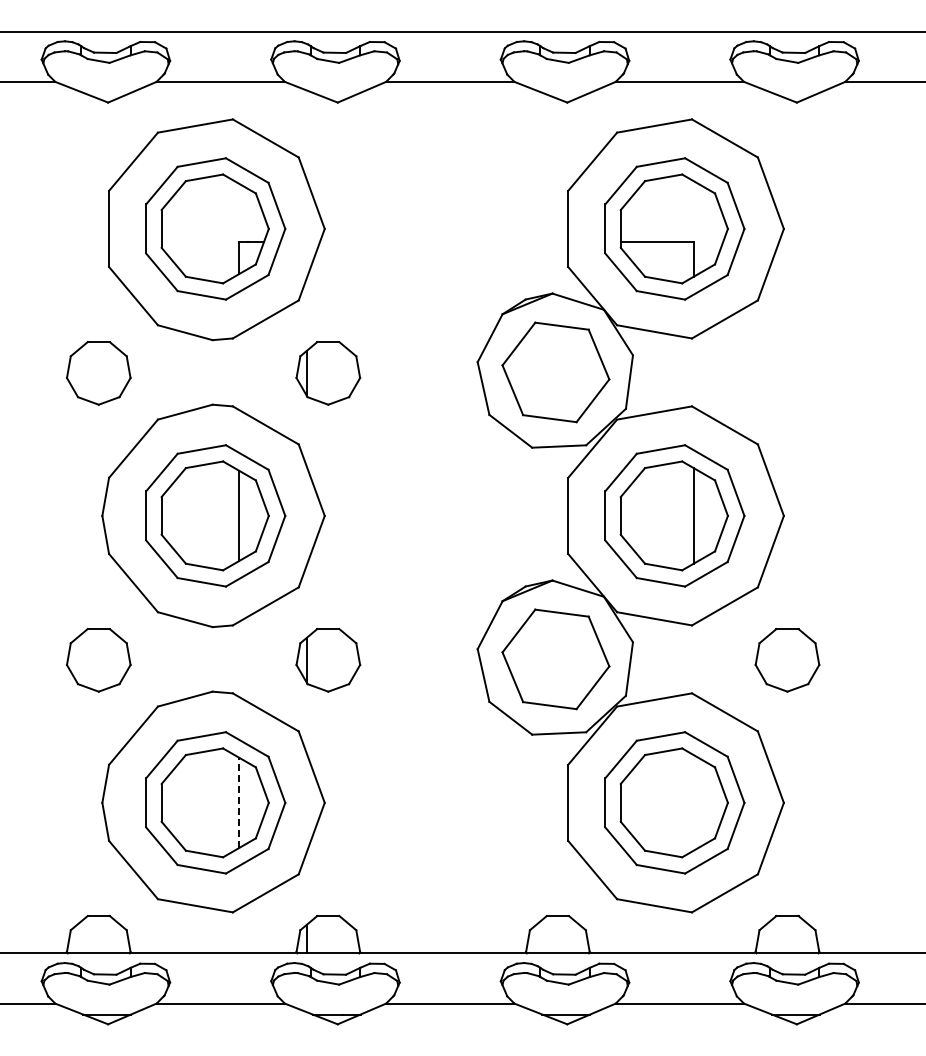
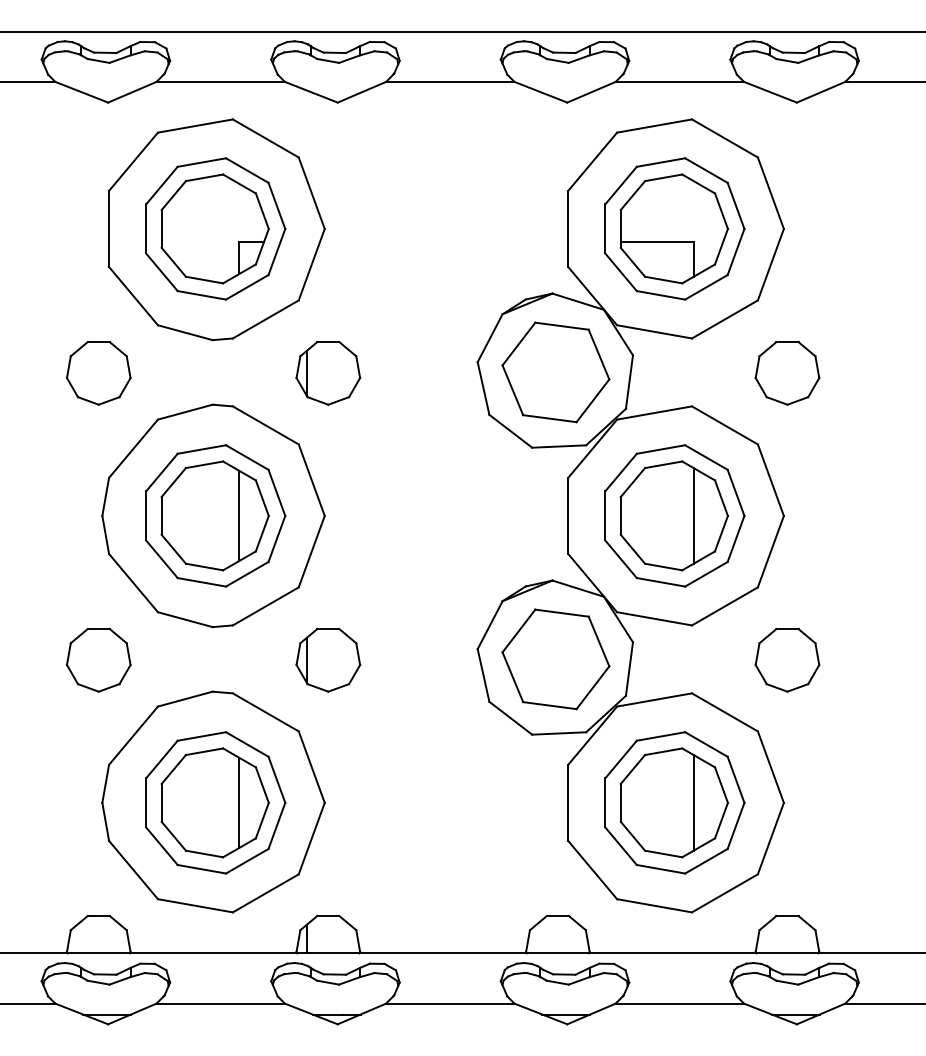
part at (787, 373): none -> present
line at (238, 802): dashed -> solid
line at (693, 802): none -> present
